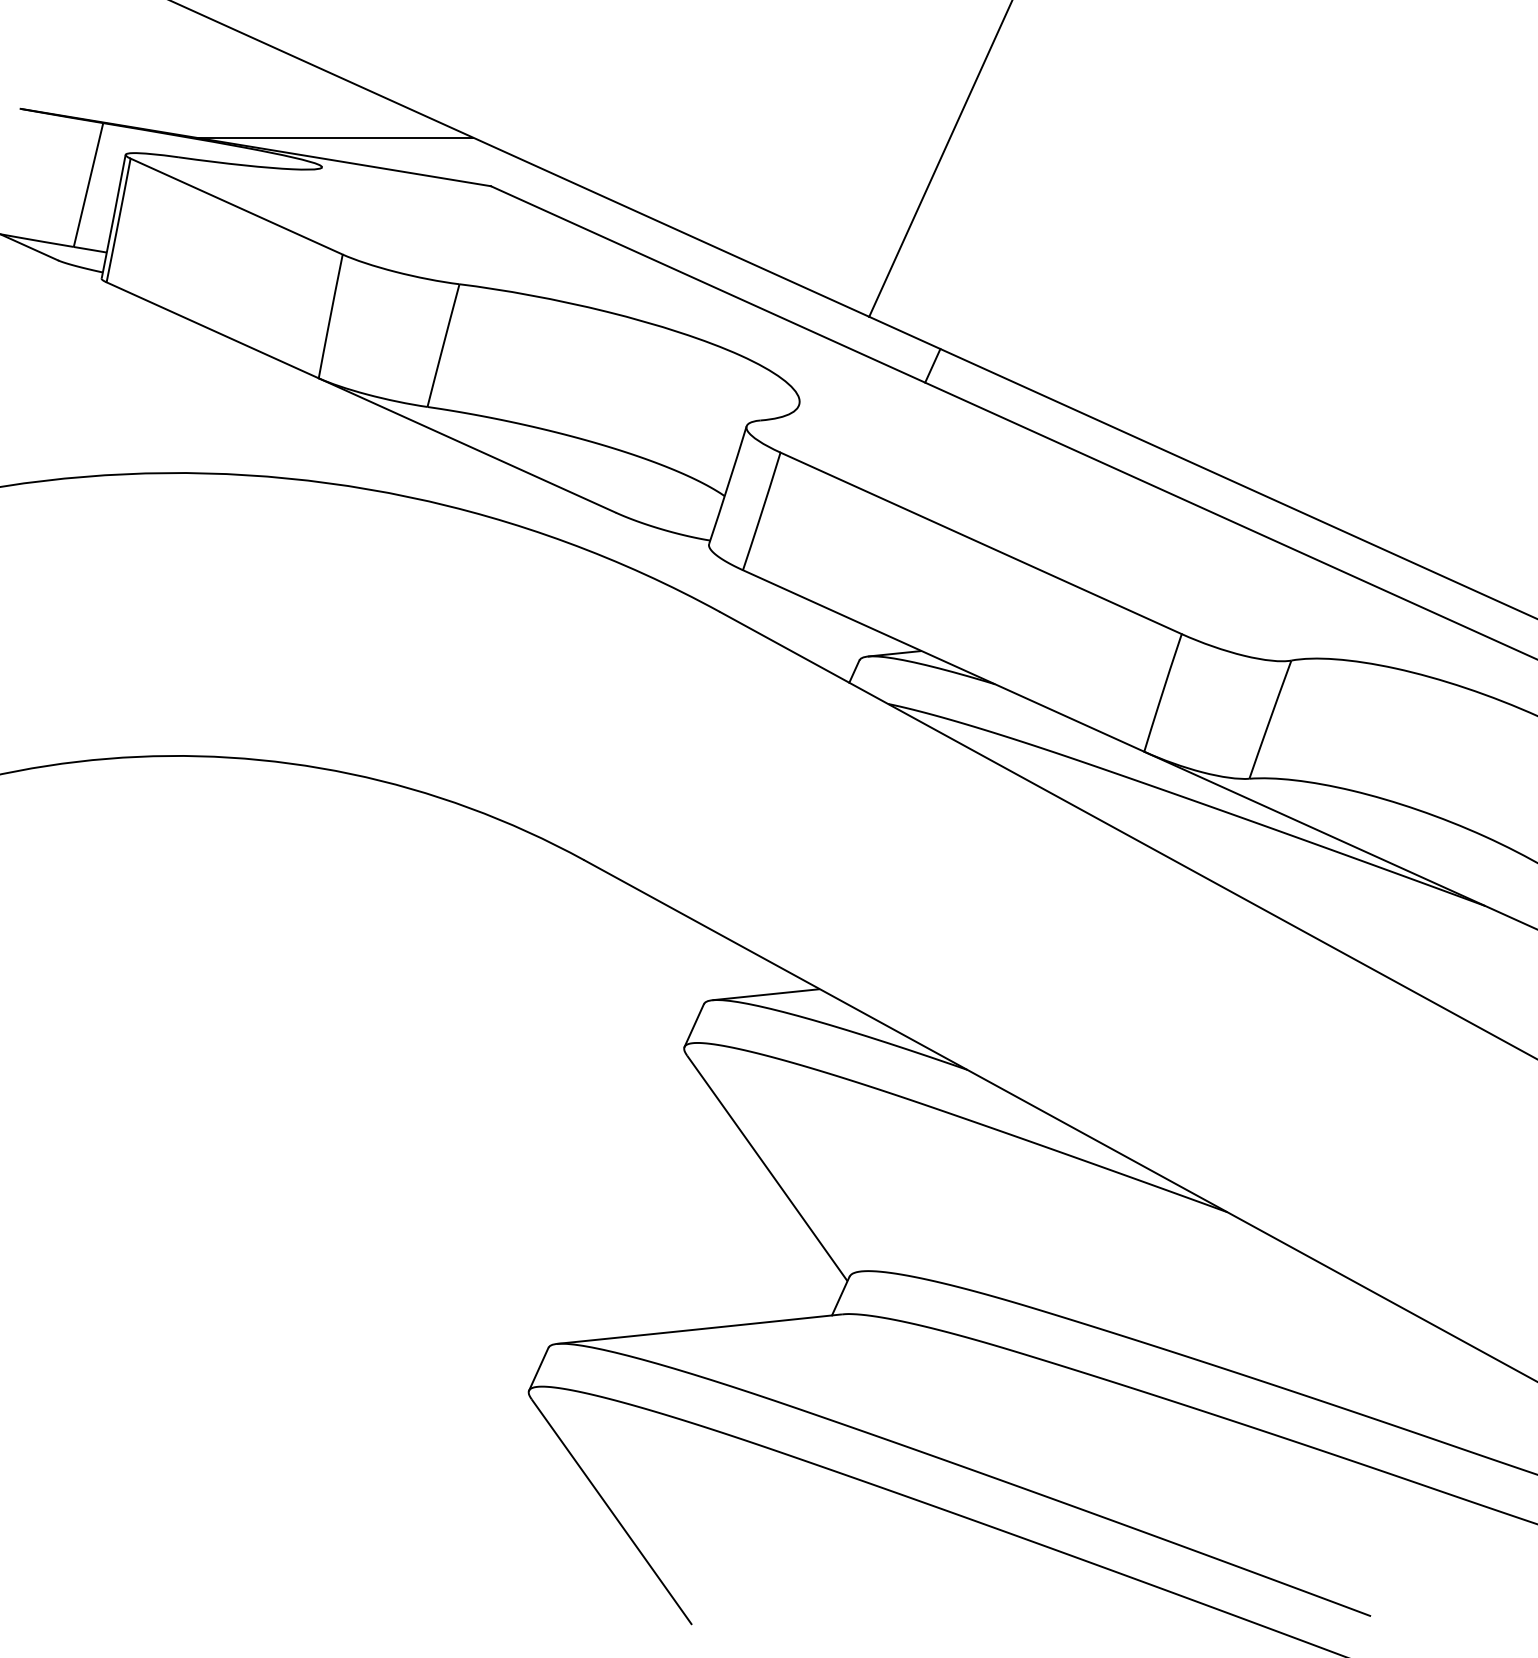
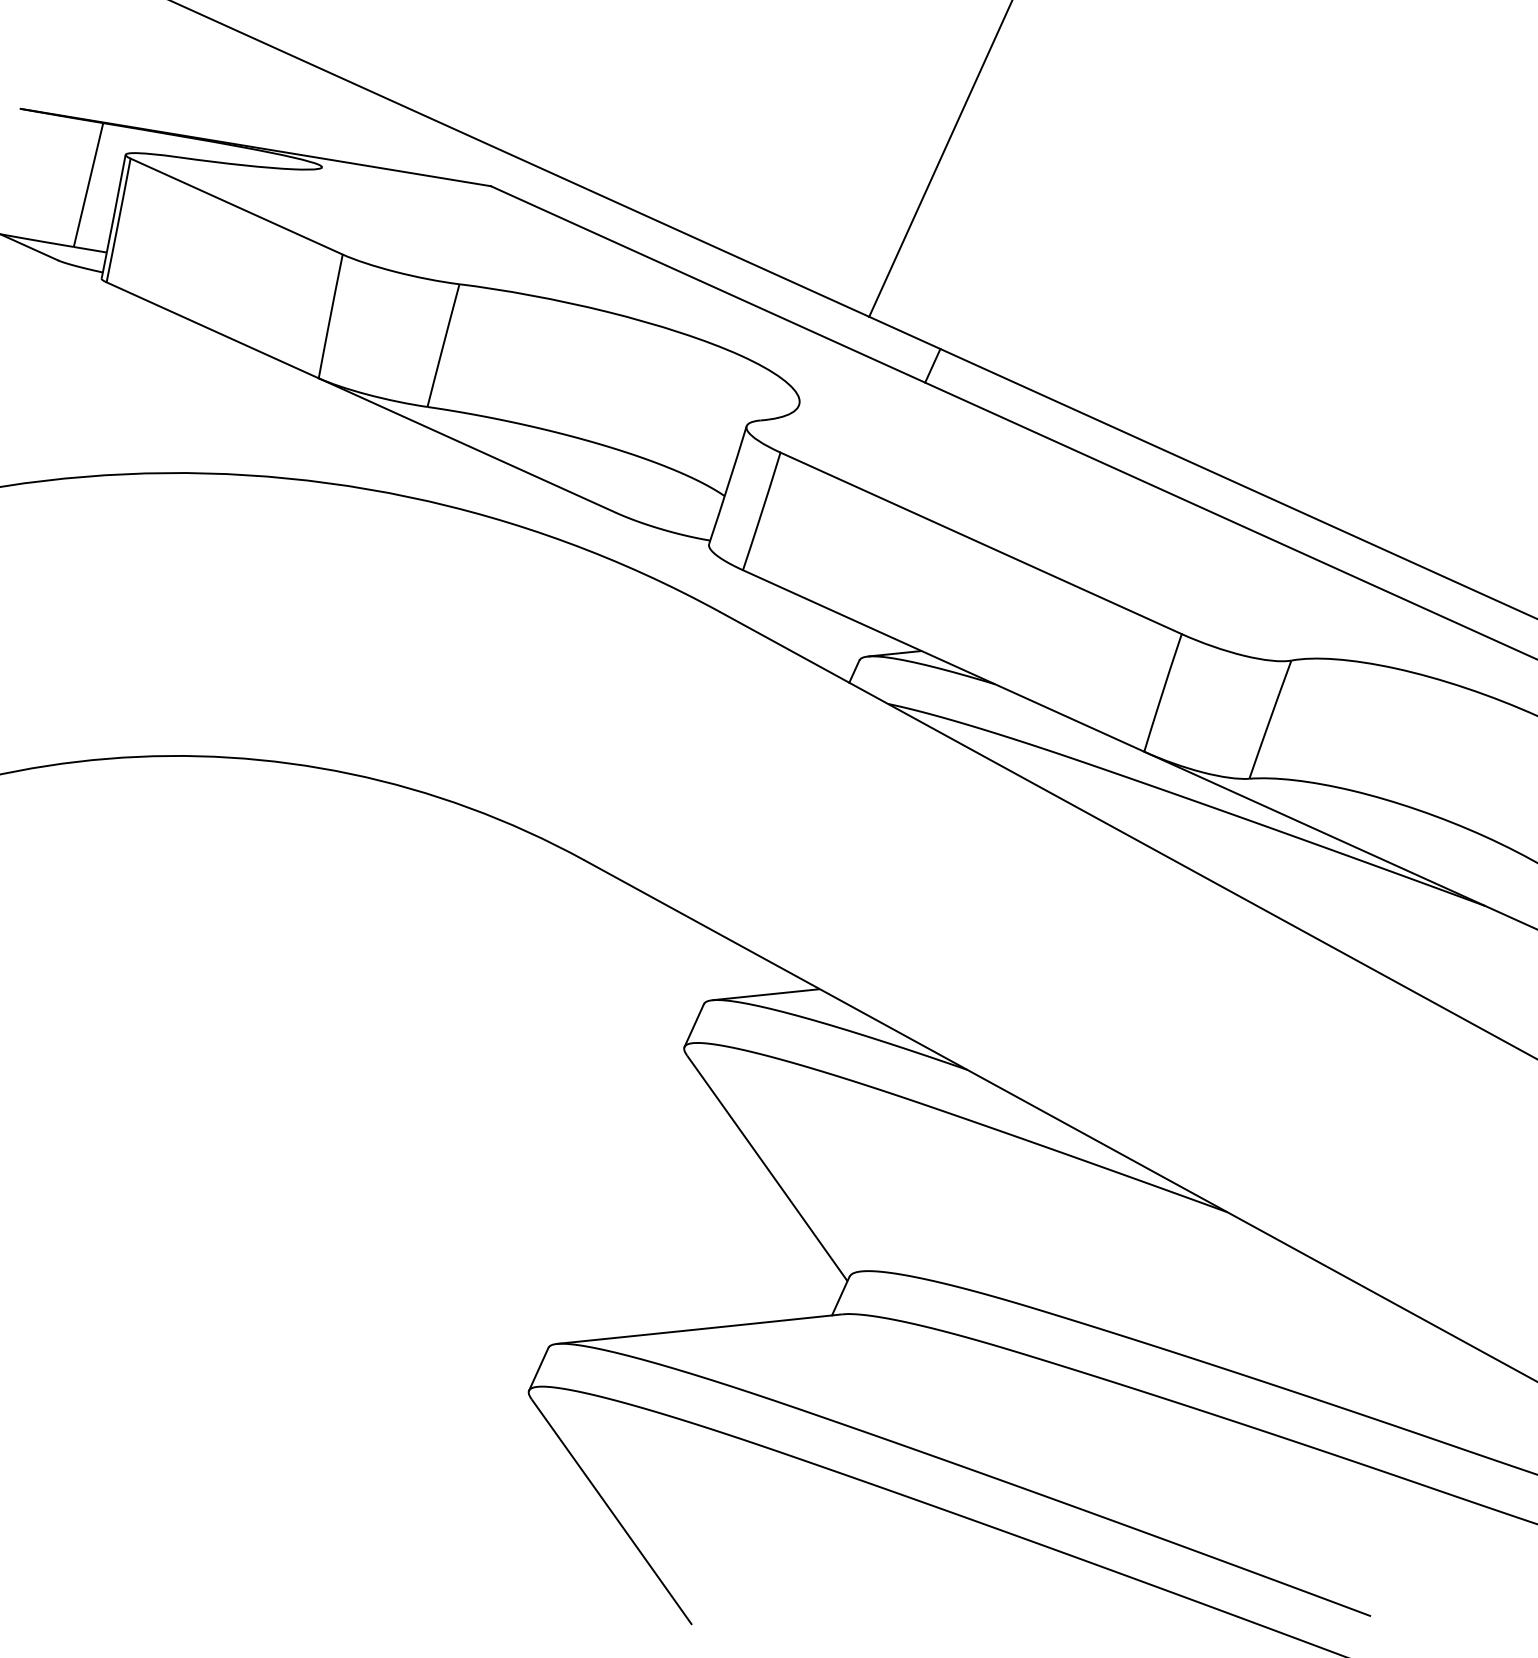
line at (334, 137): present -> none
